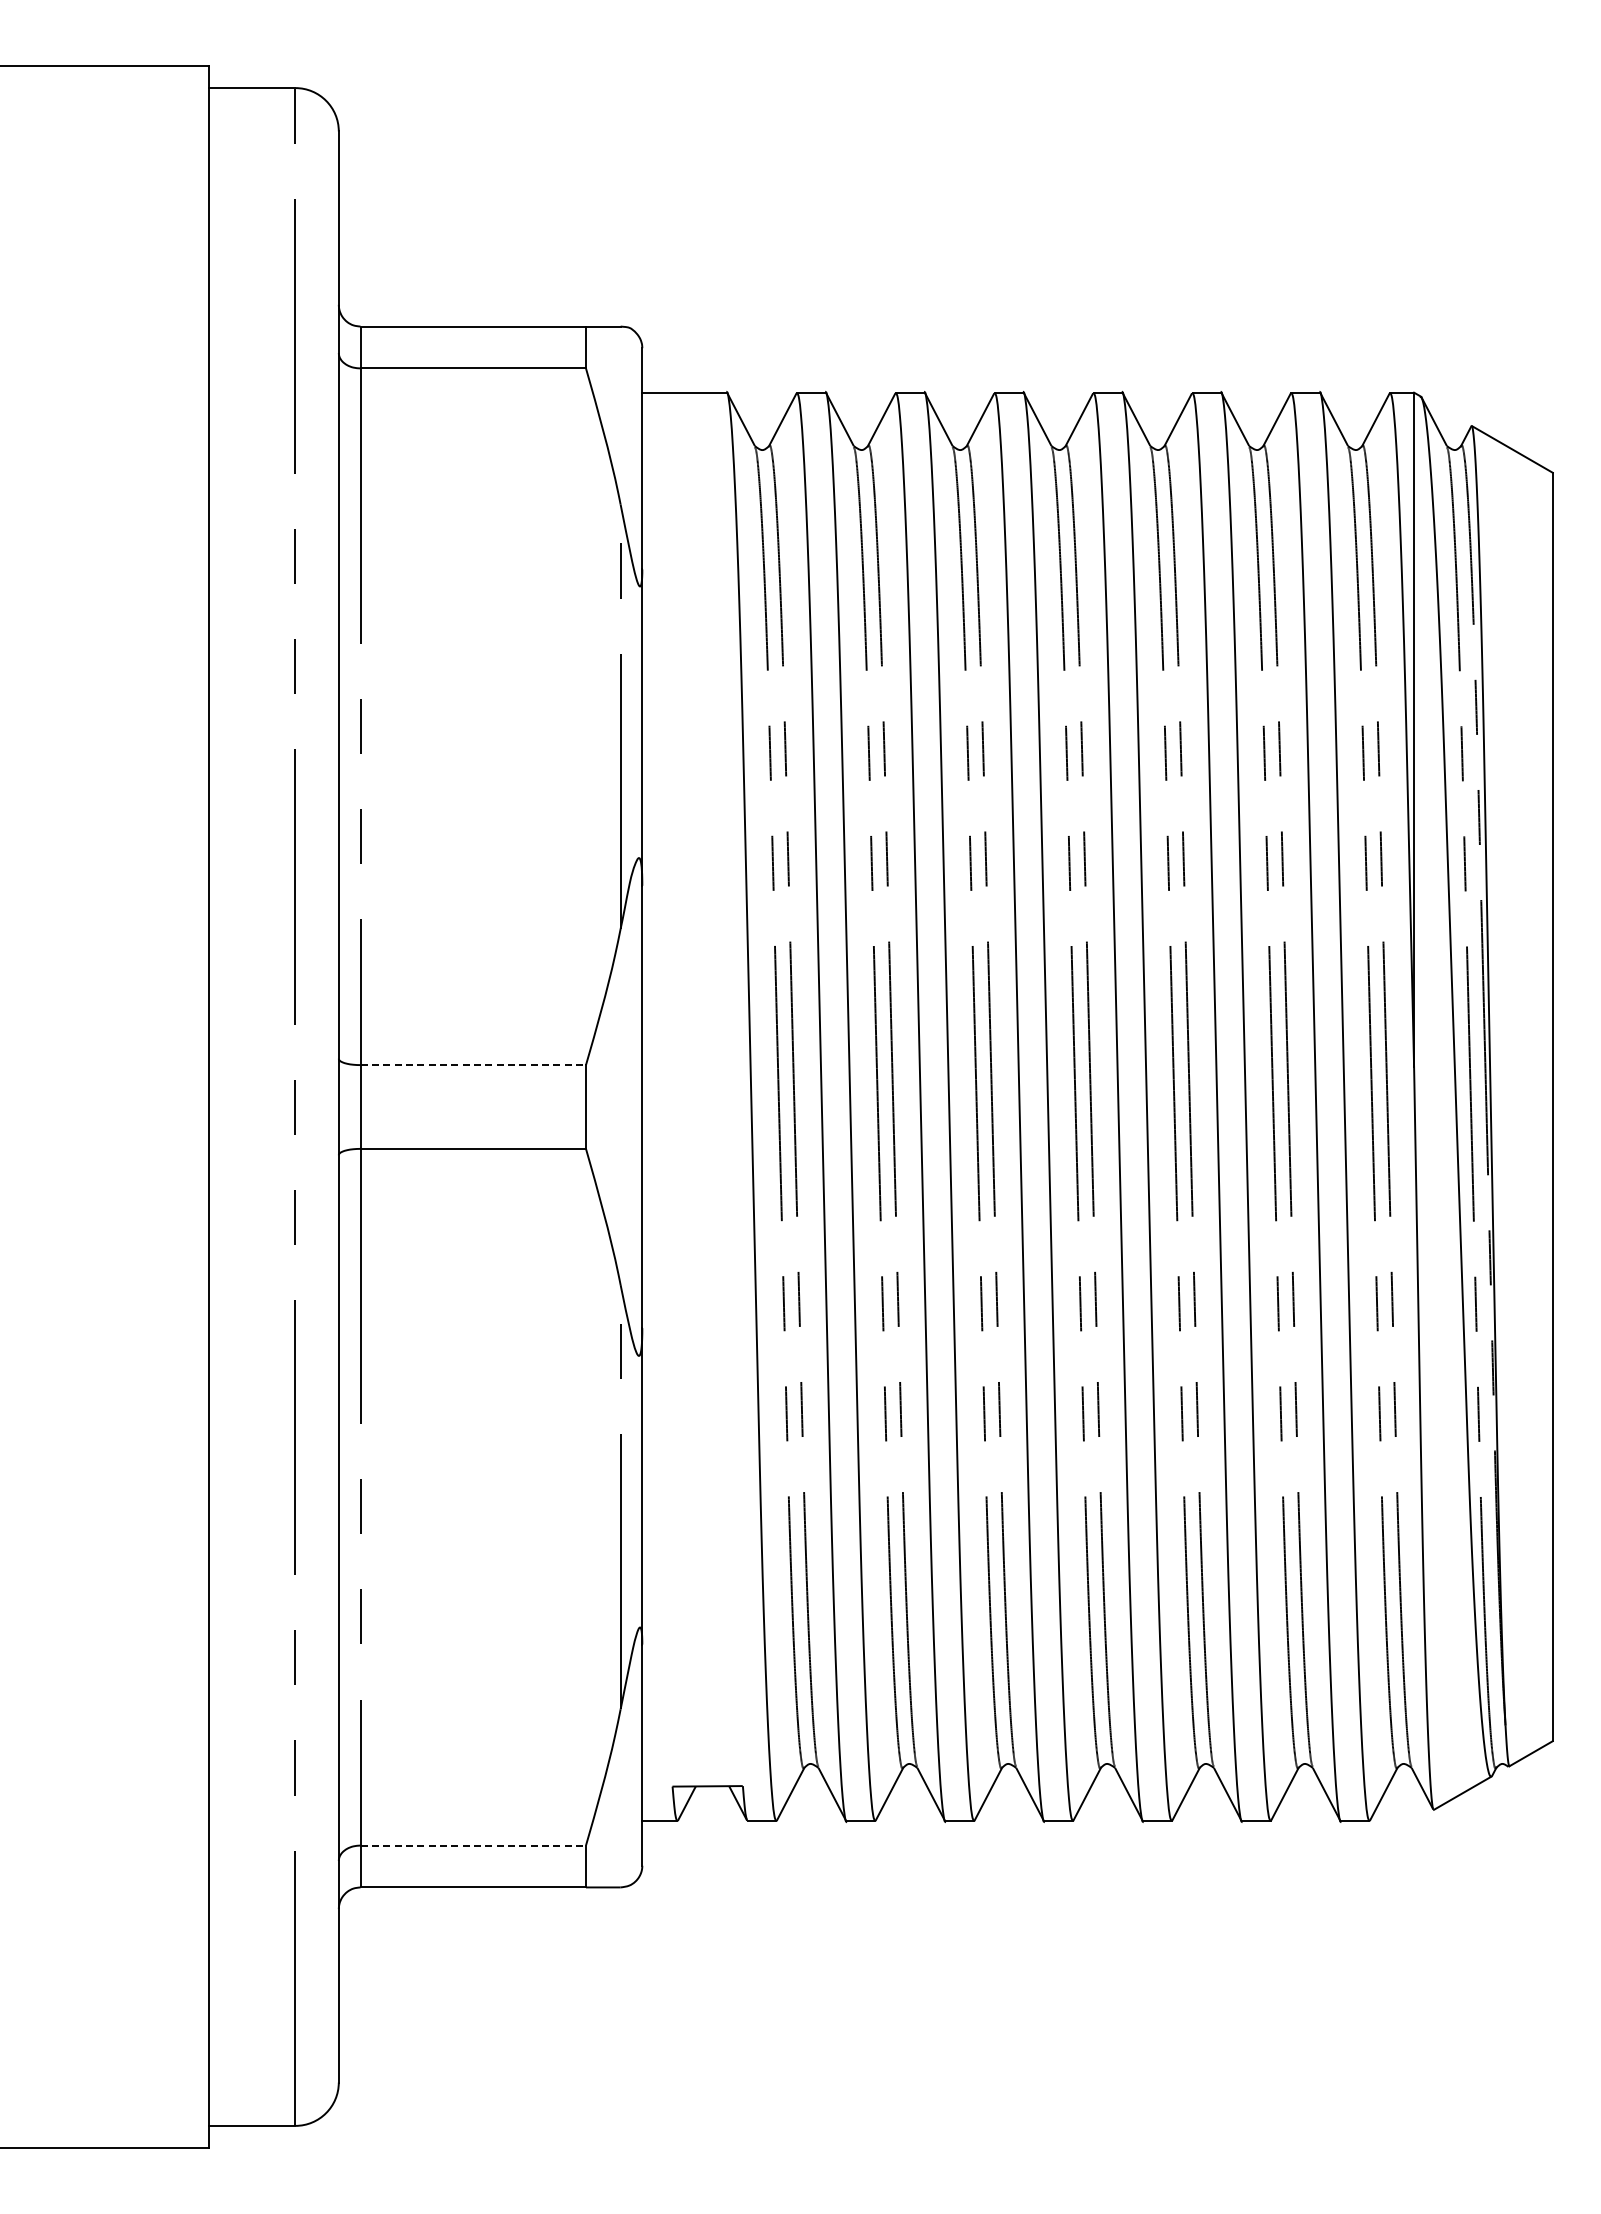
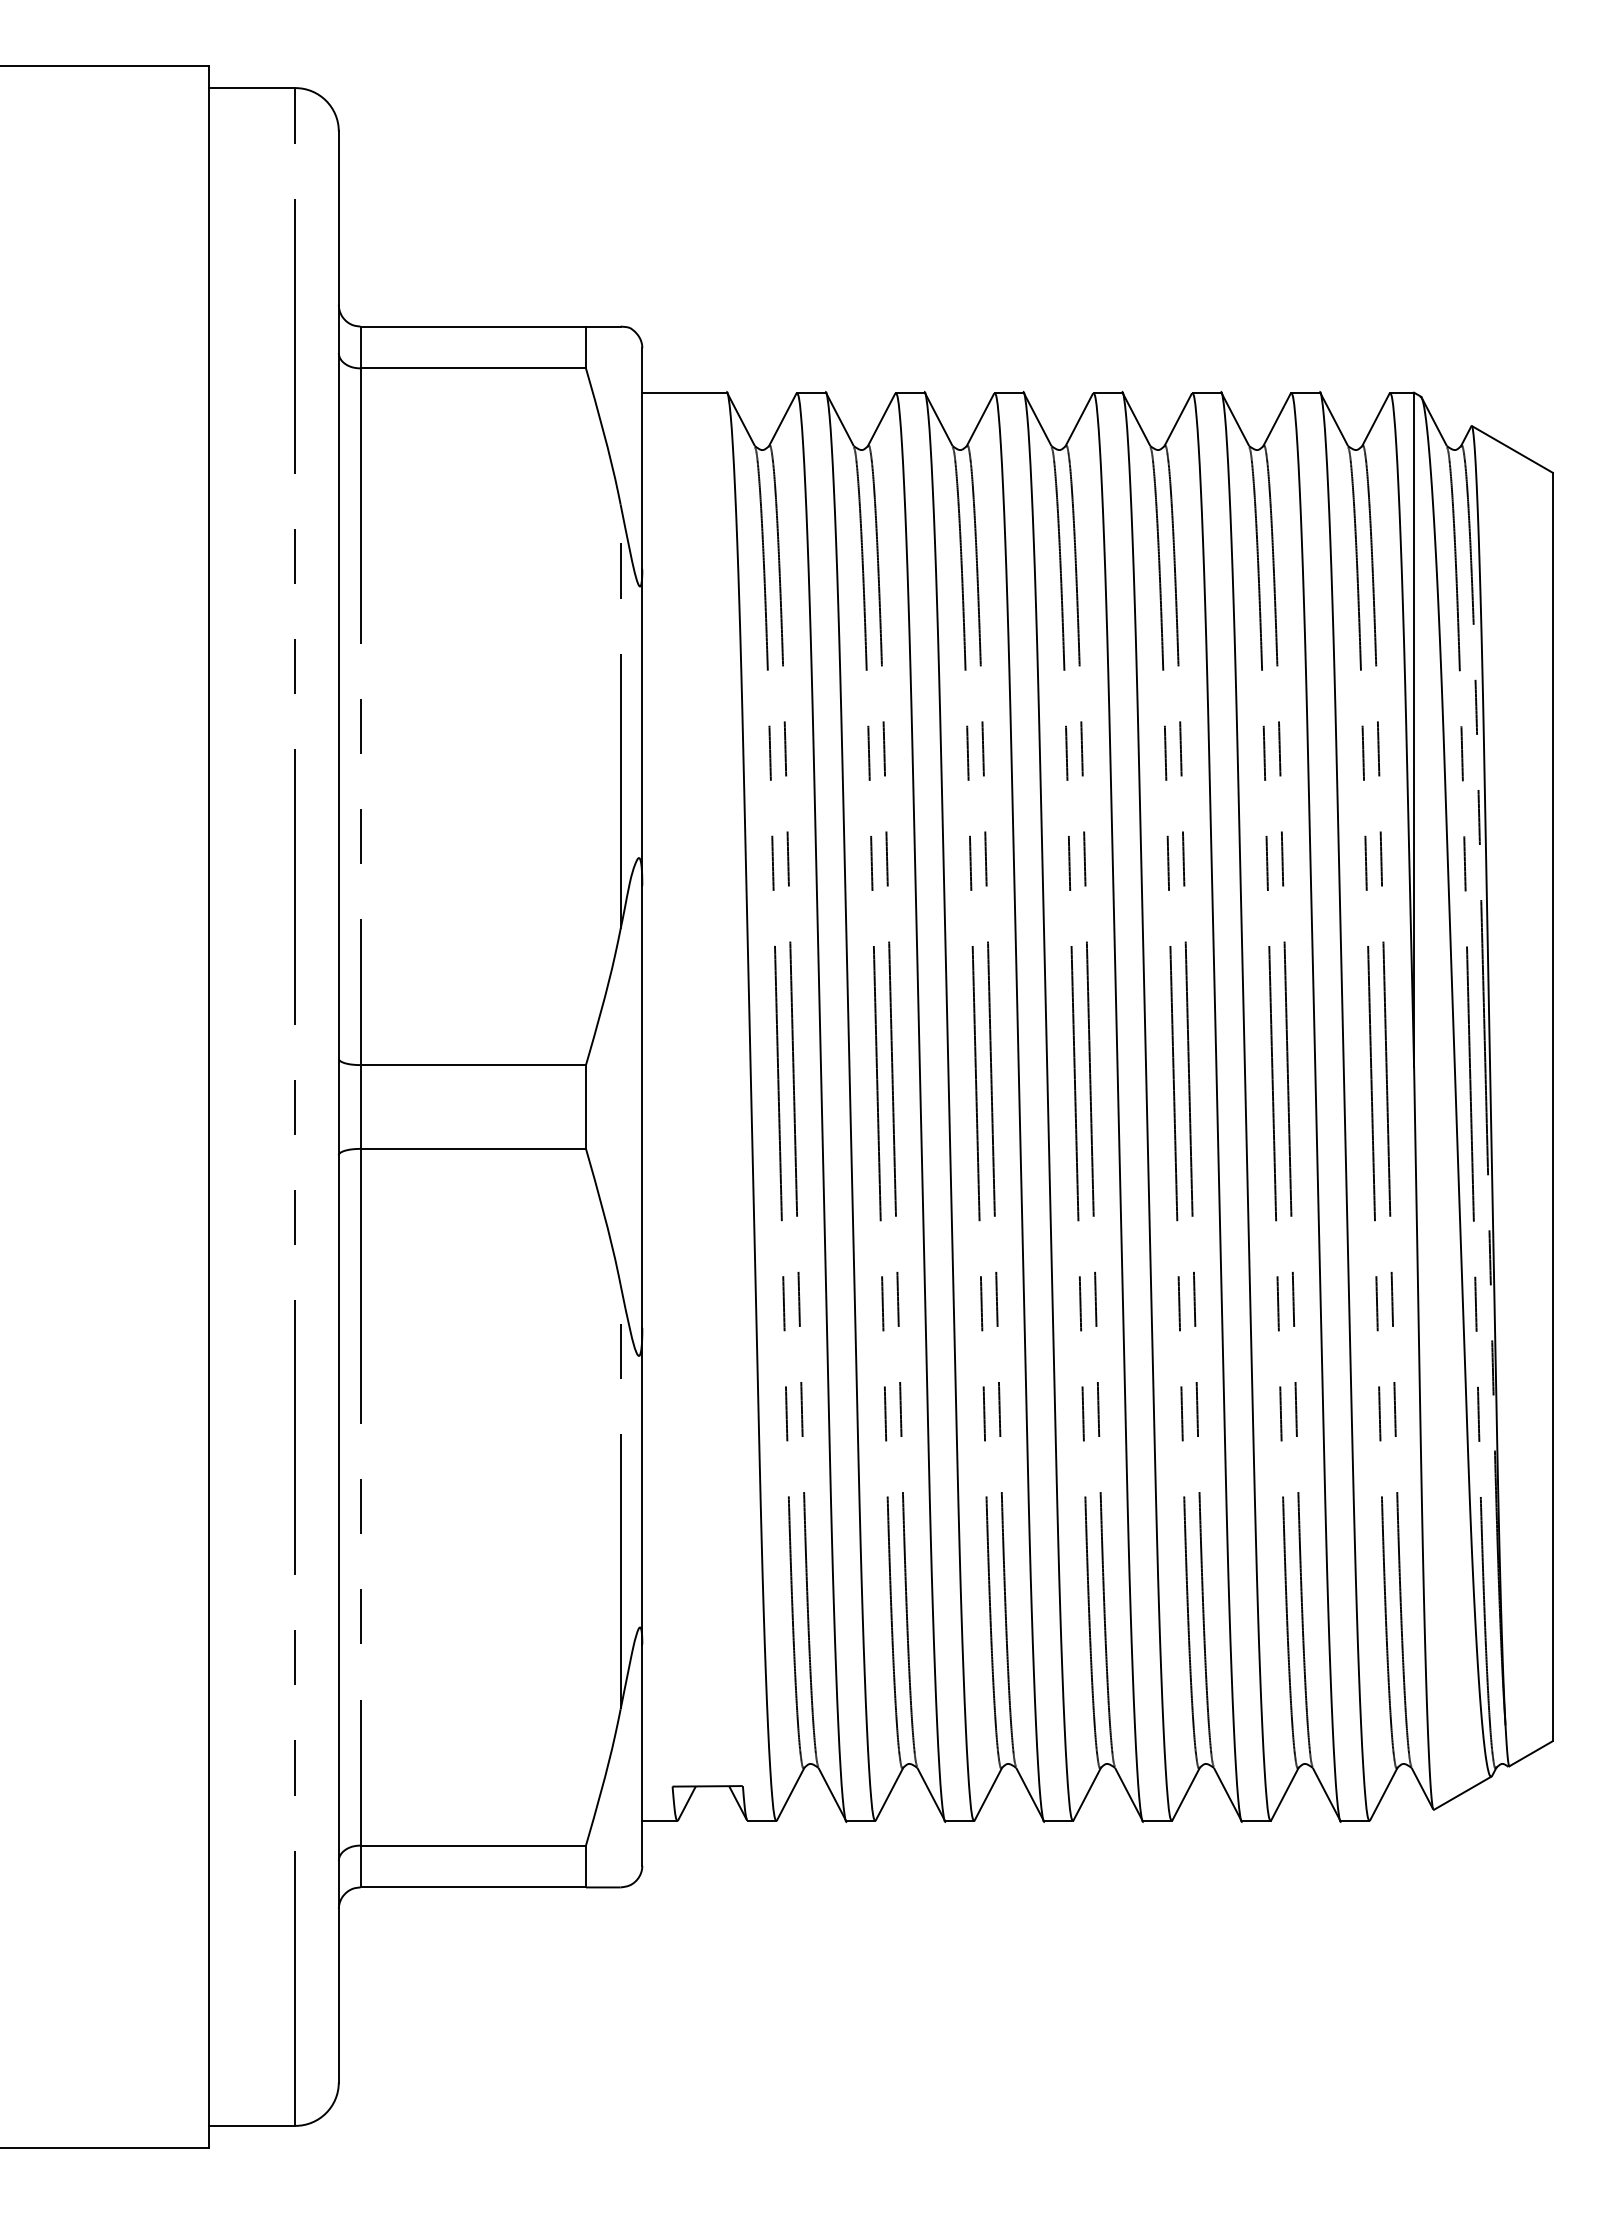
line at (473, 1065): dashed -> solid
line at (473, 1845): dashed -> solid
